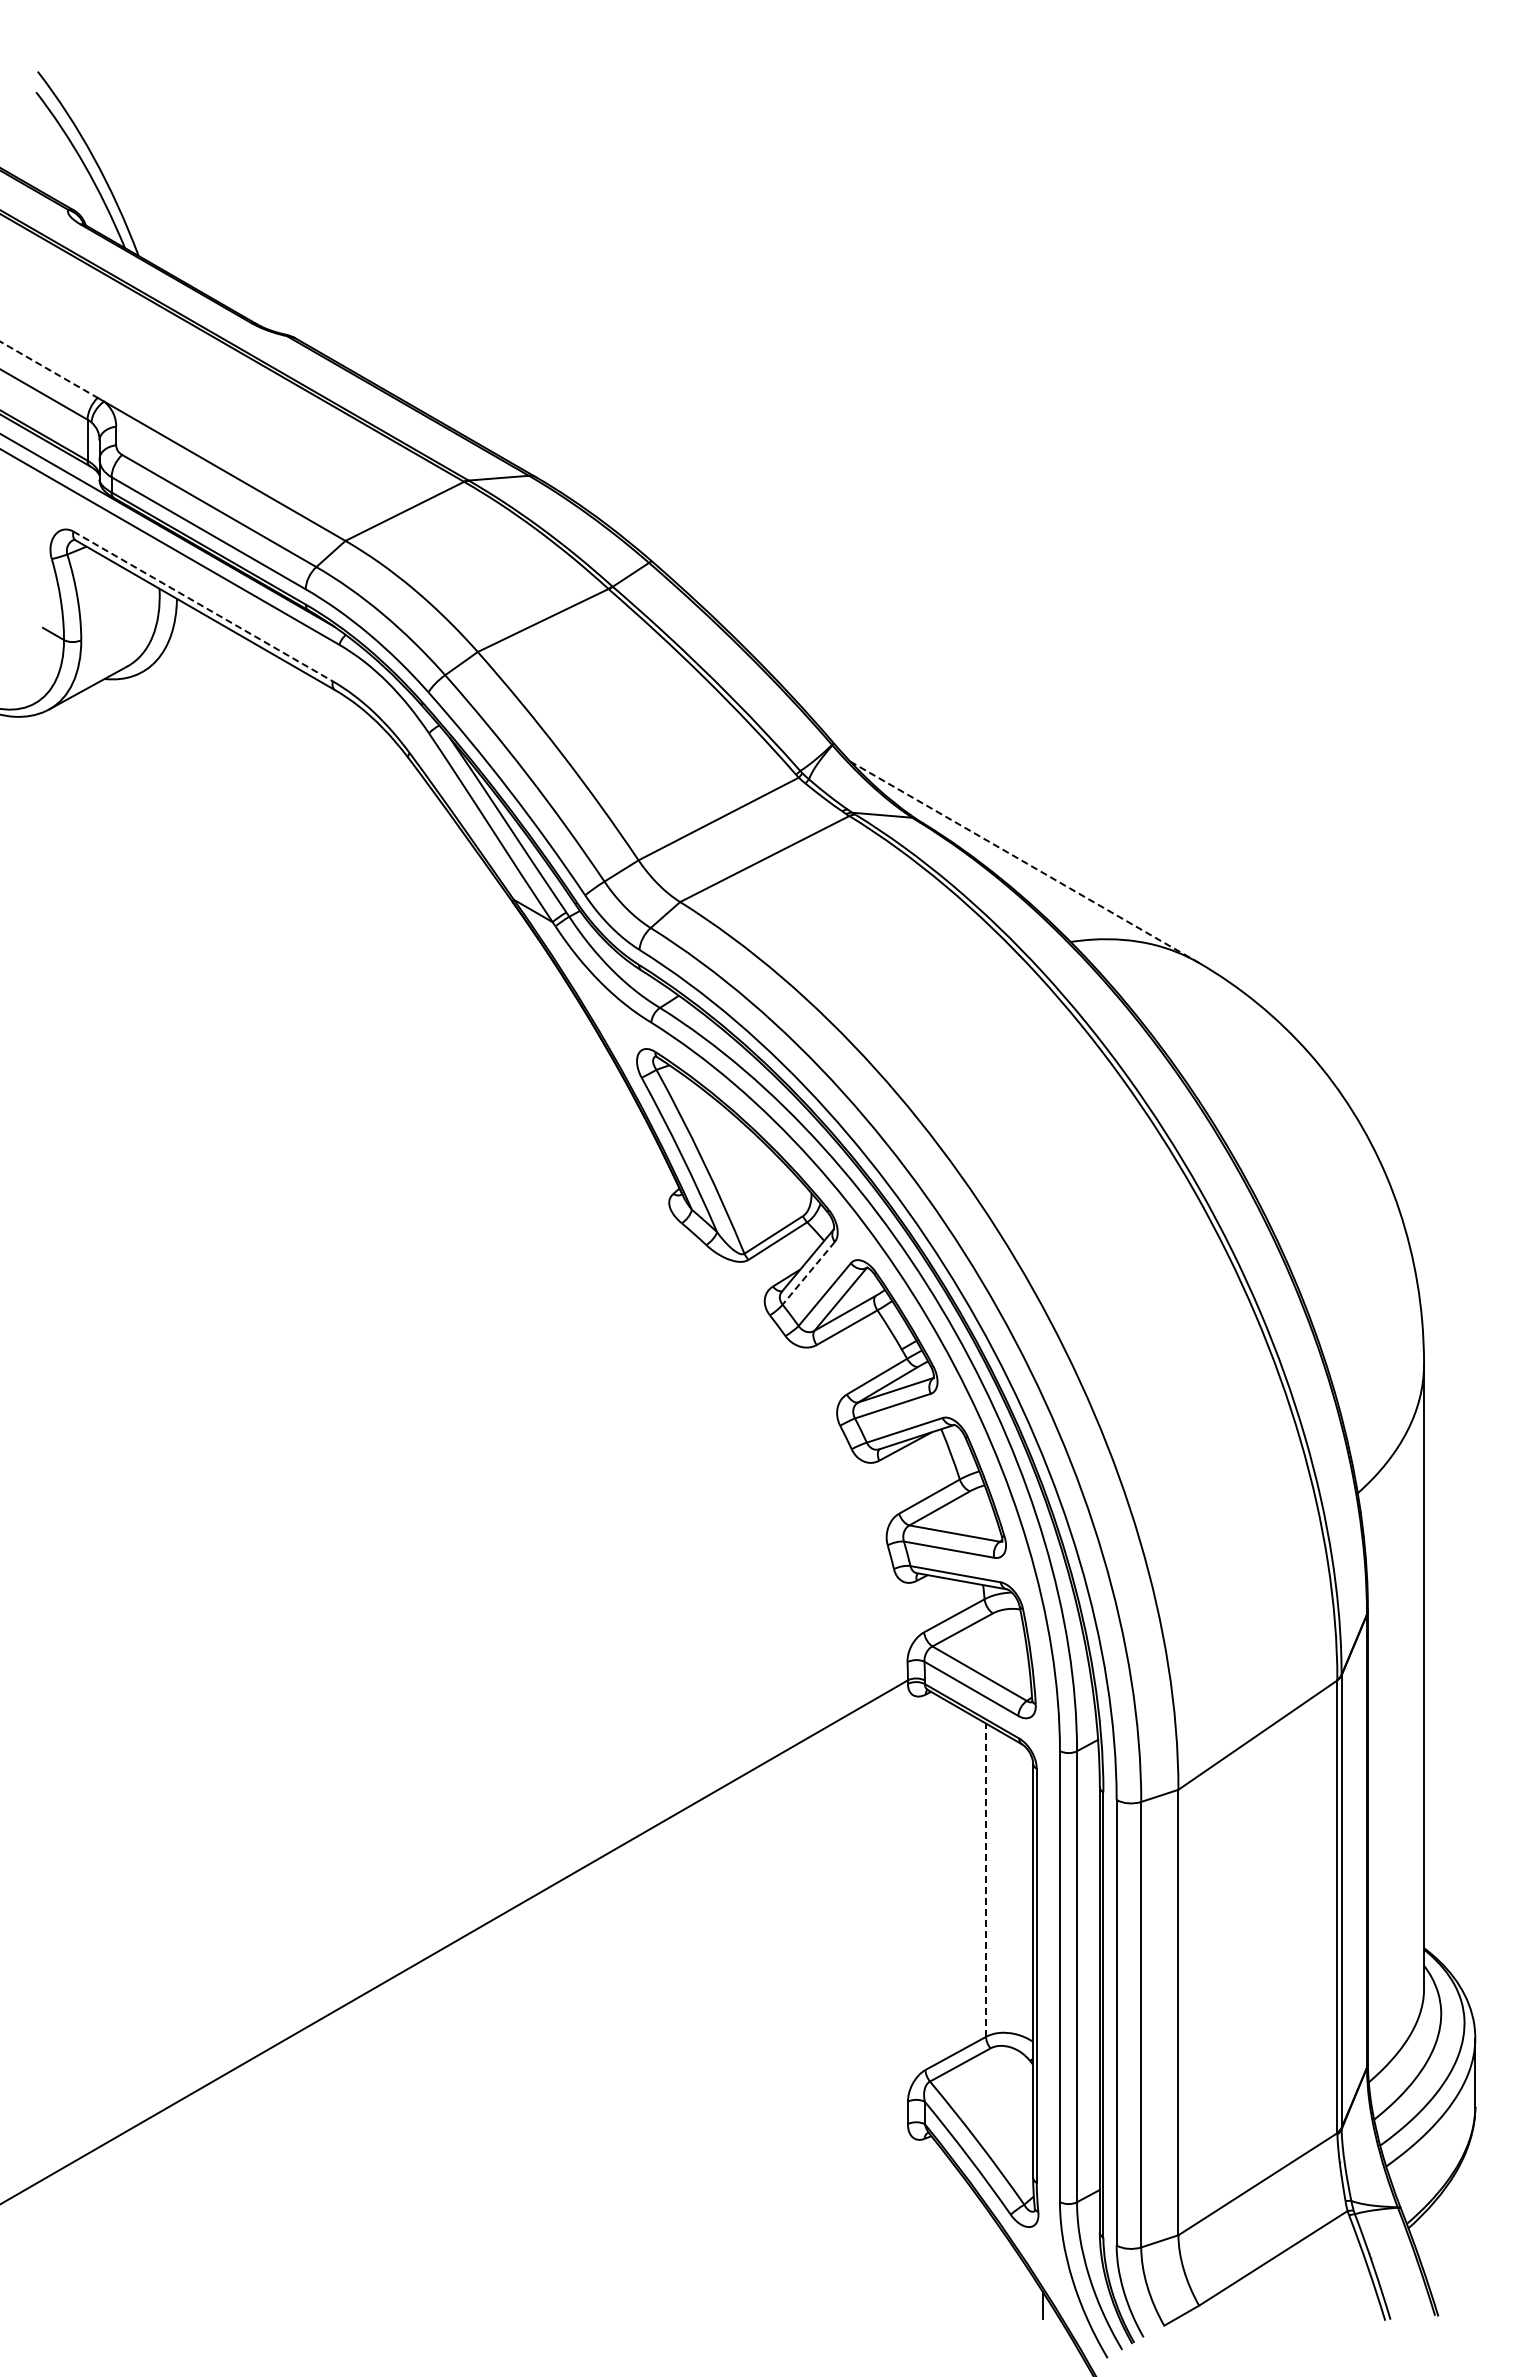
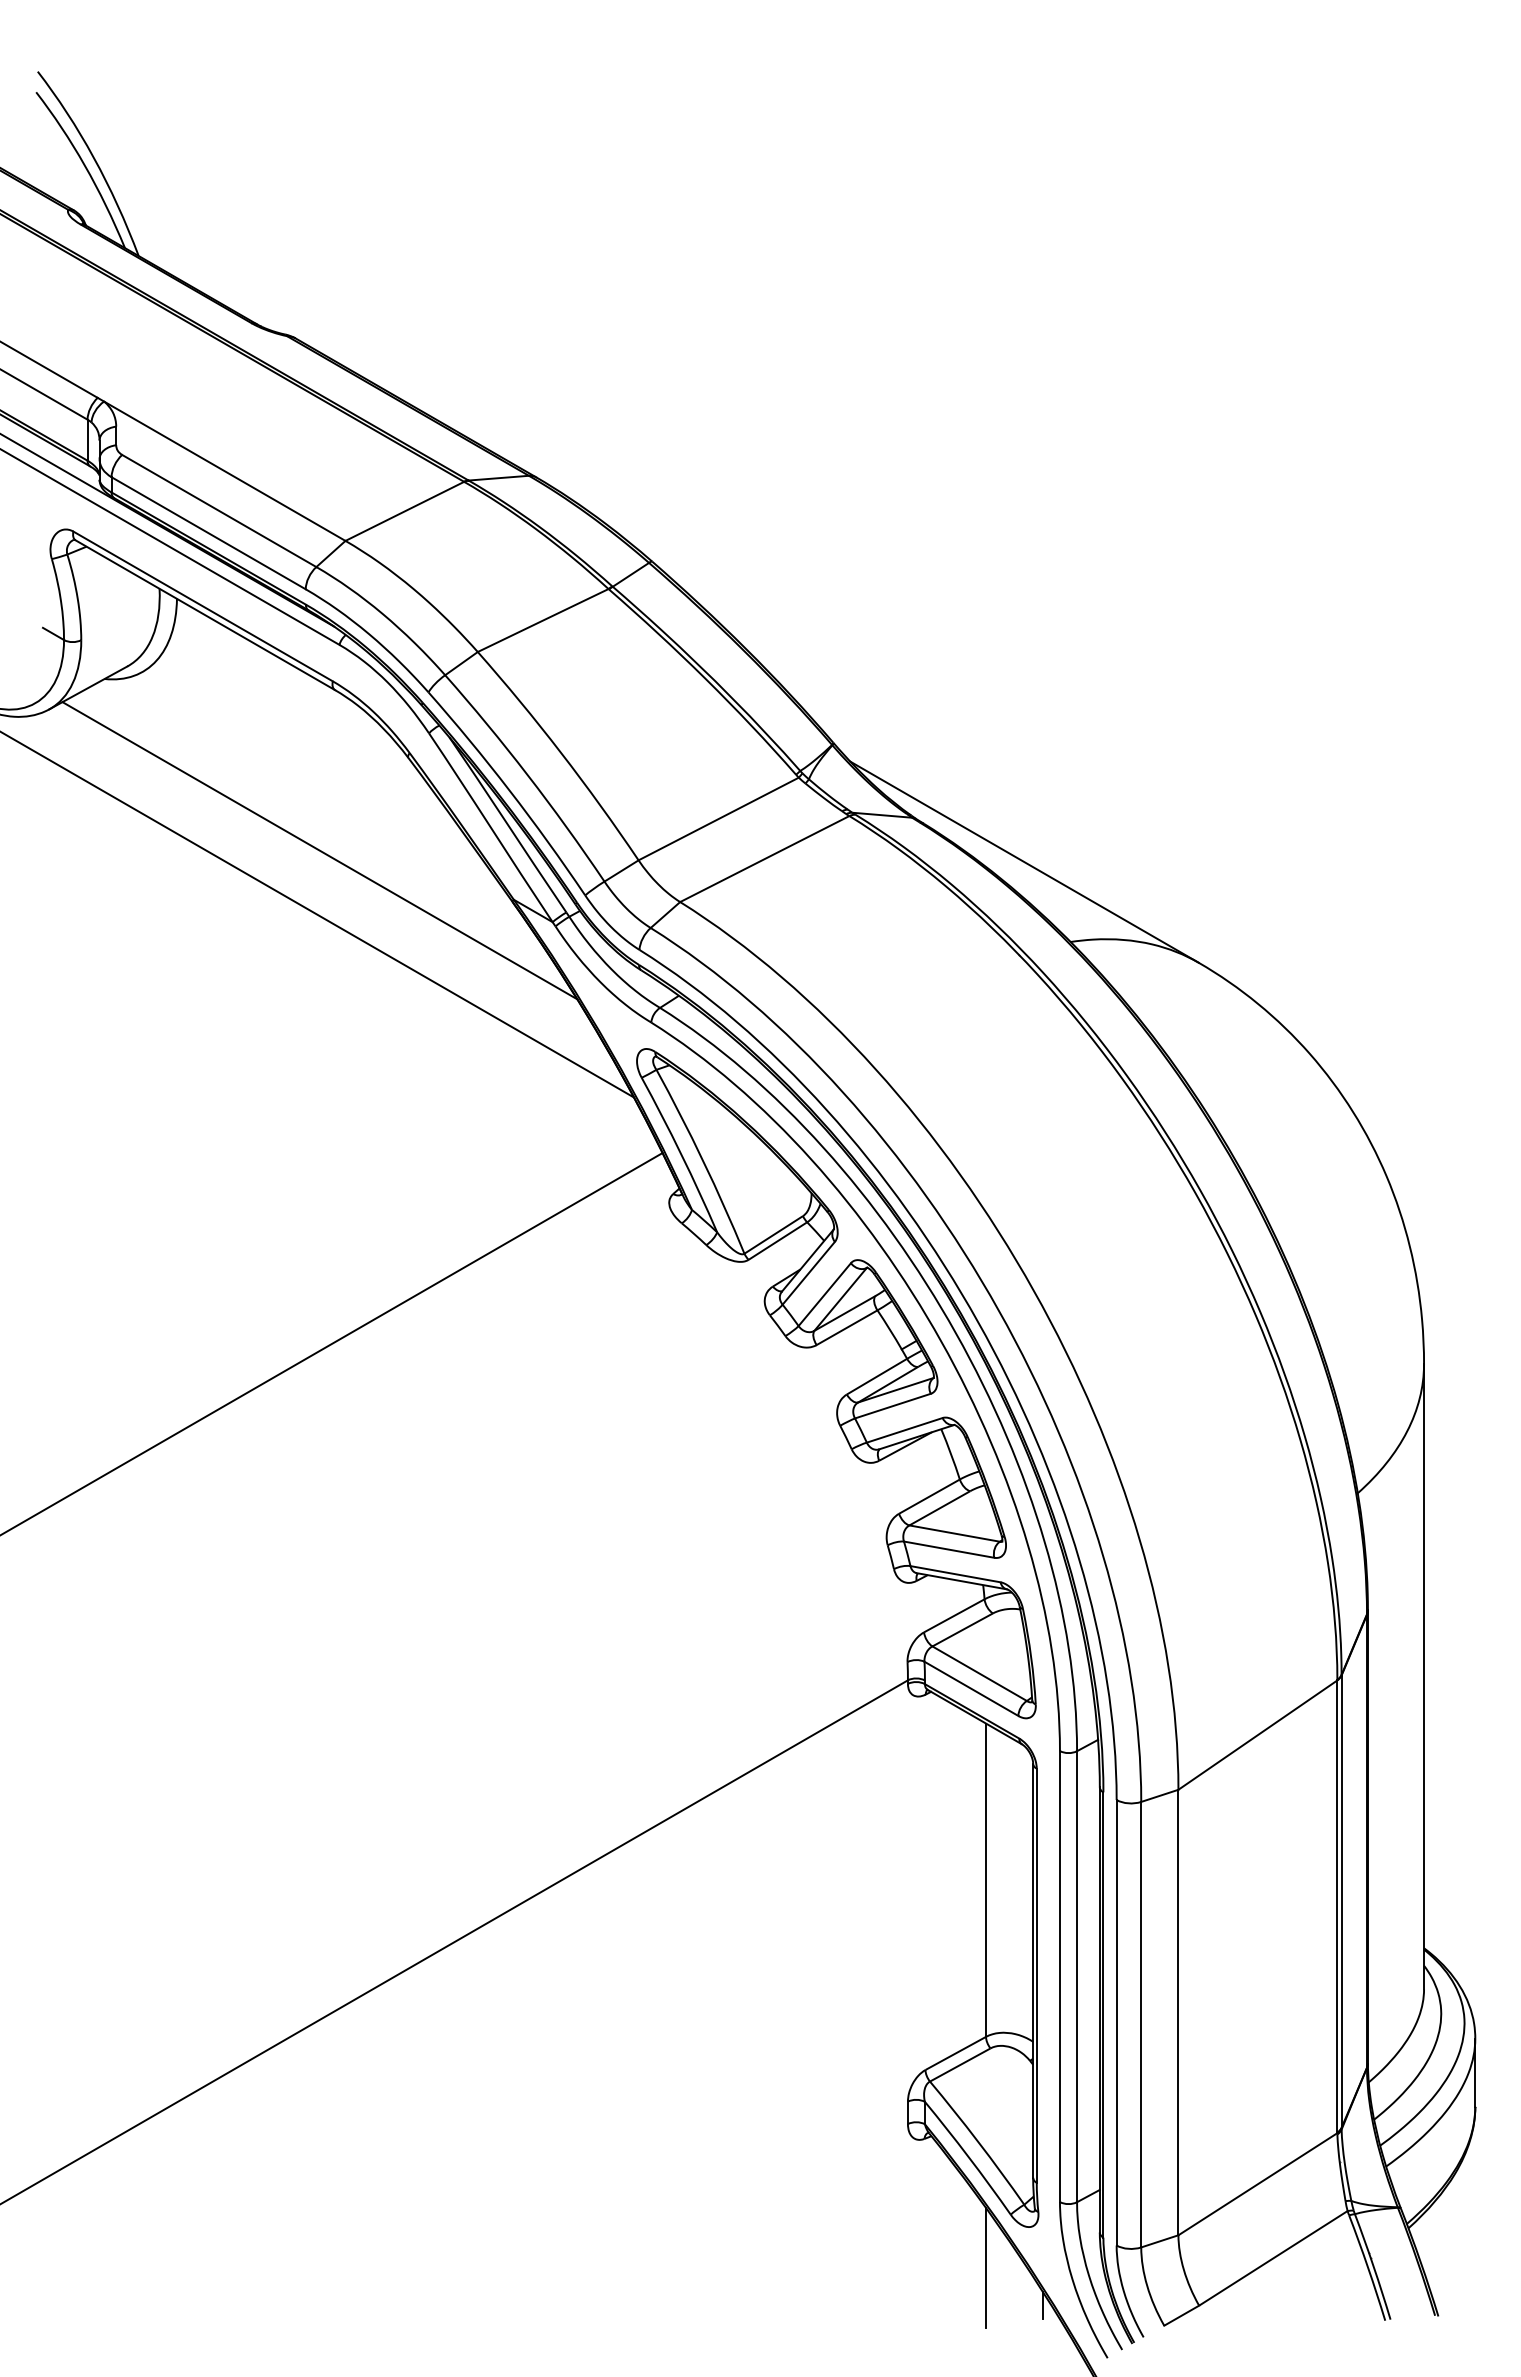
line at (49, 369): dashed -> solid
line at (203, 606): dashed -> solid
line at (319, 850): none -> present
line at (1024, 862): dashed -> solid
line at (318, 914): none -> present
line at (808, 1273): dashed -> solid
line at (332, 1343): none -> present
line at (986, 1880): dashed -> solid
line at (986, 2267): none -> present
